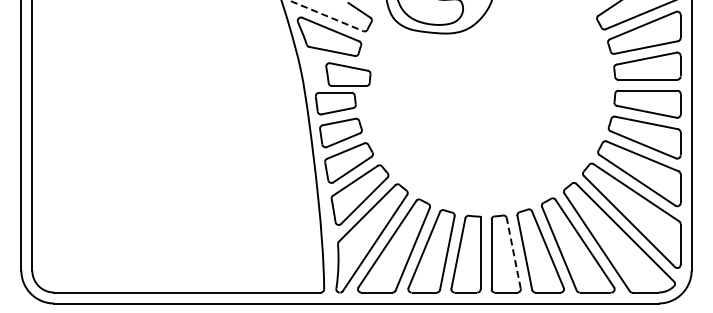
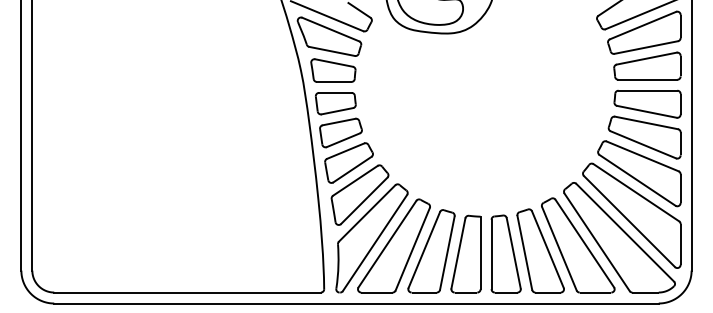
line at (327, 16): dashed -> solid
part at (348, 74) position: (348, 74) -> (333, 70)
line at (513, 253): dashed -> solid
